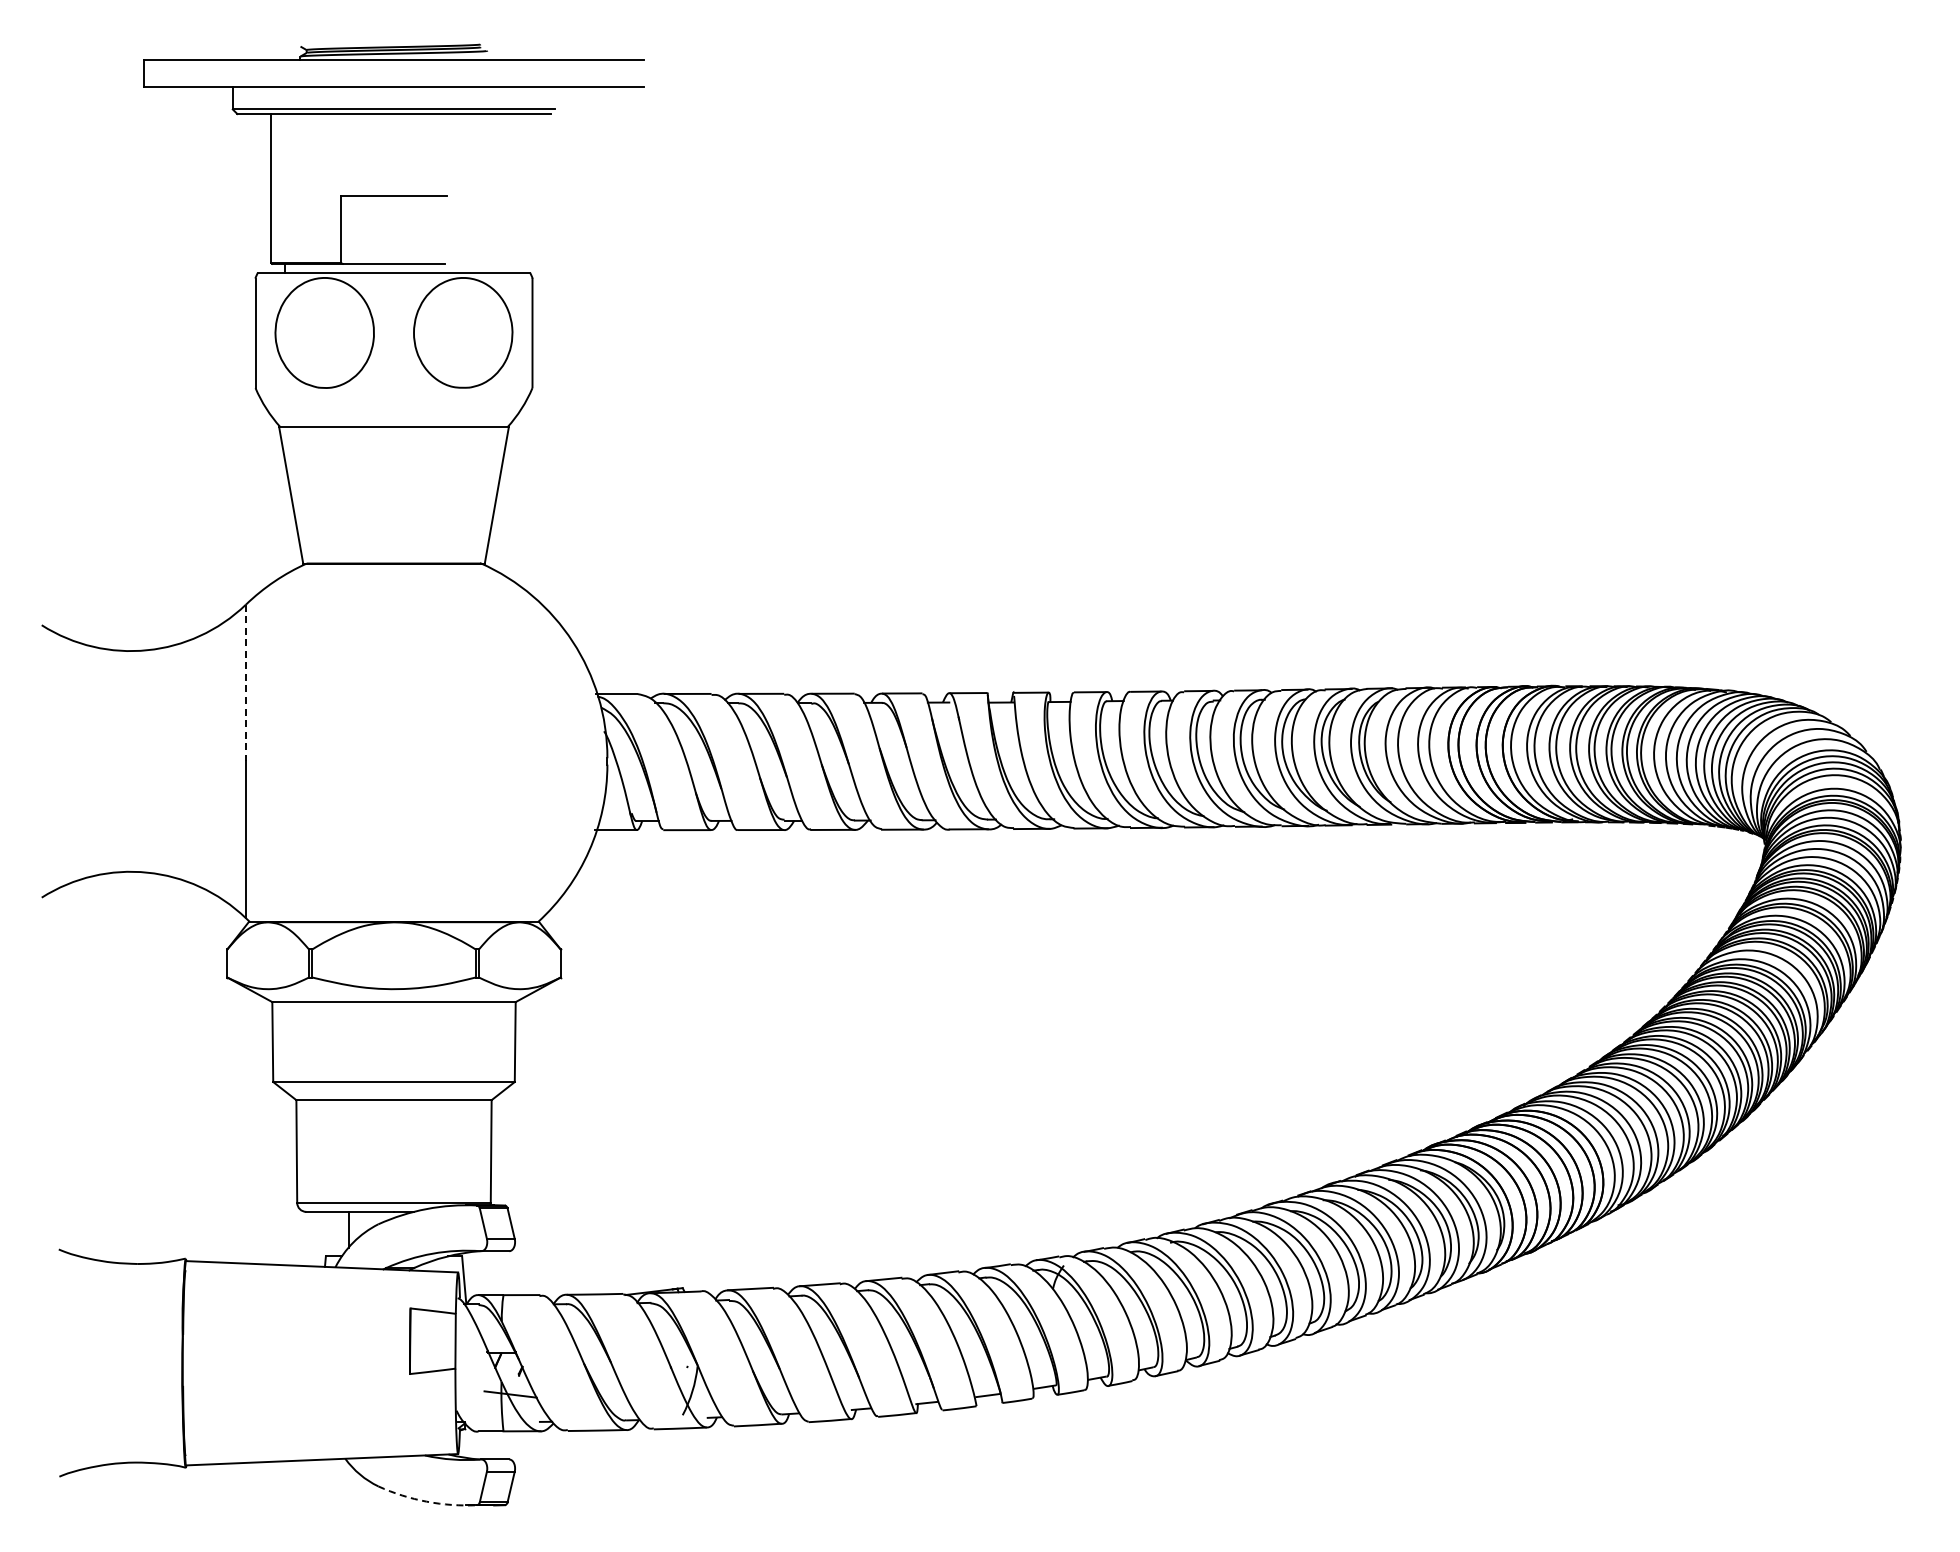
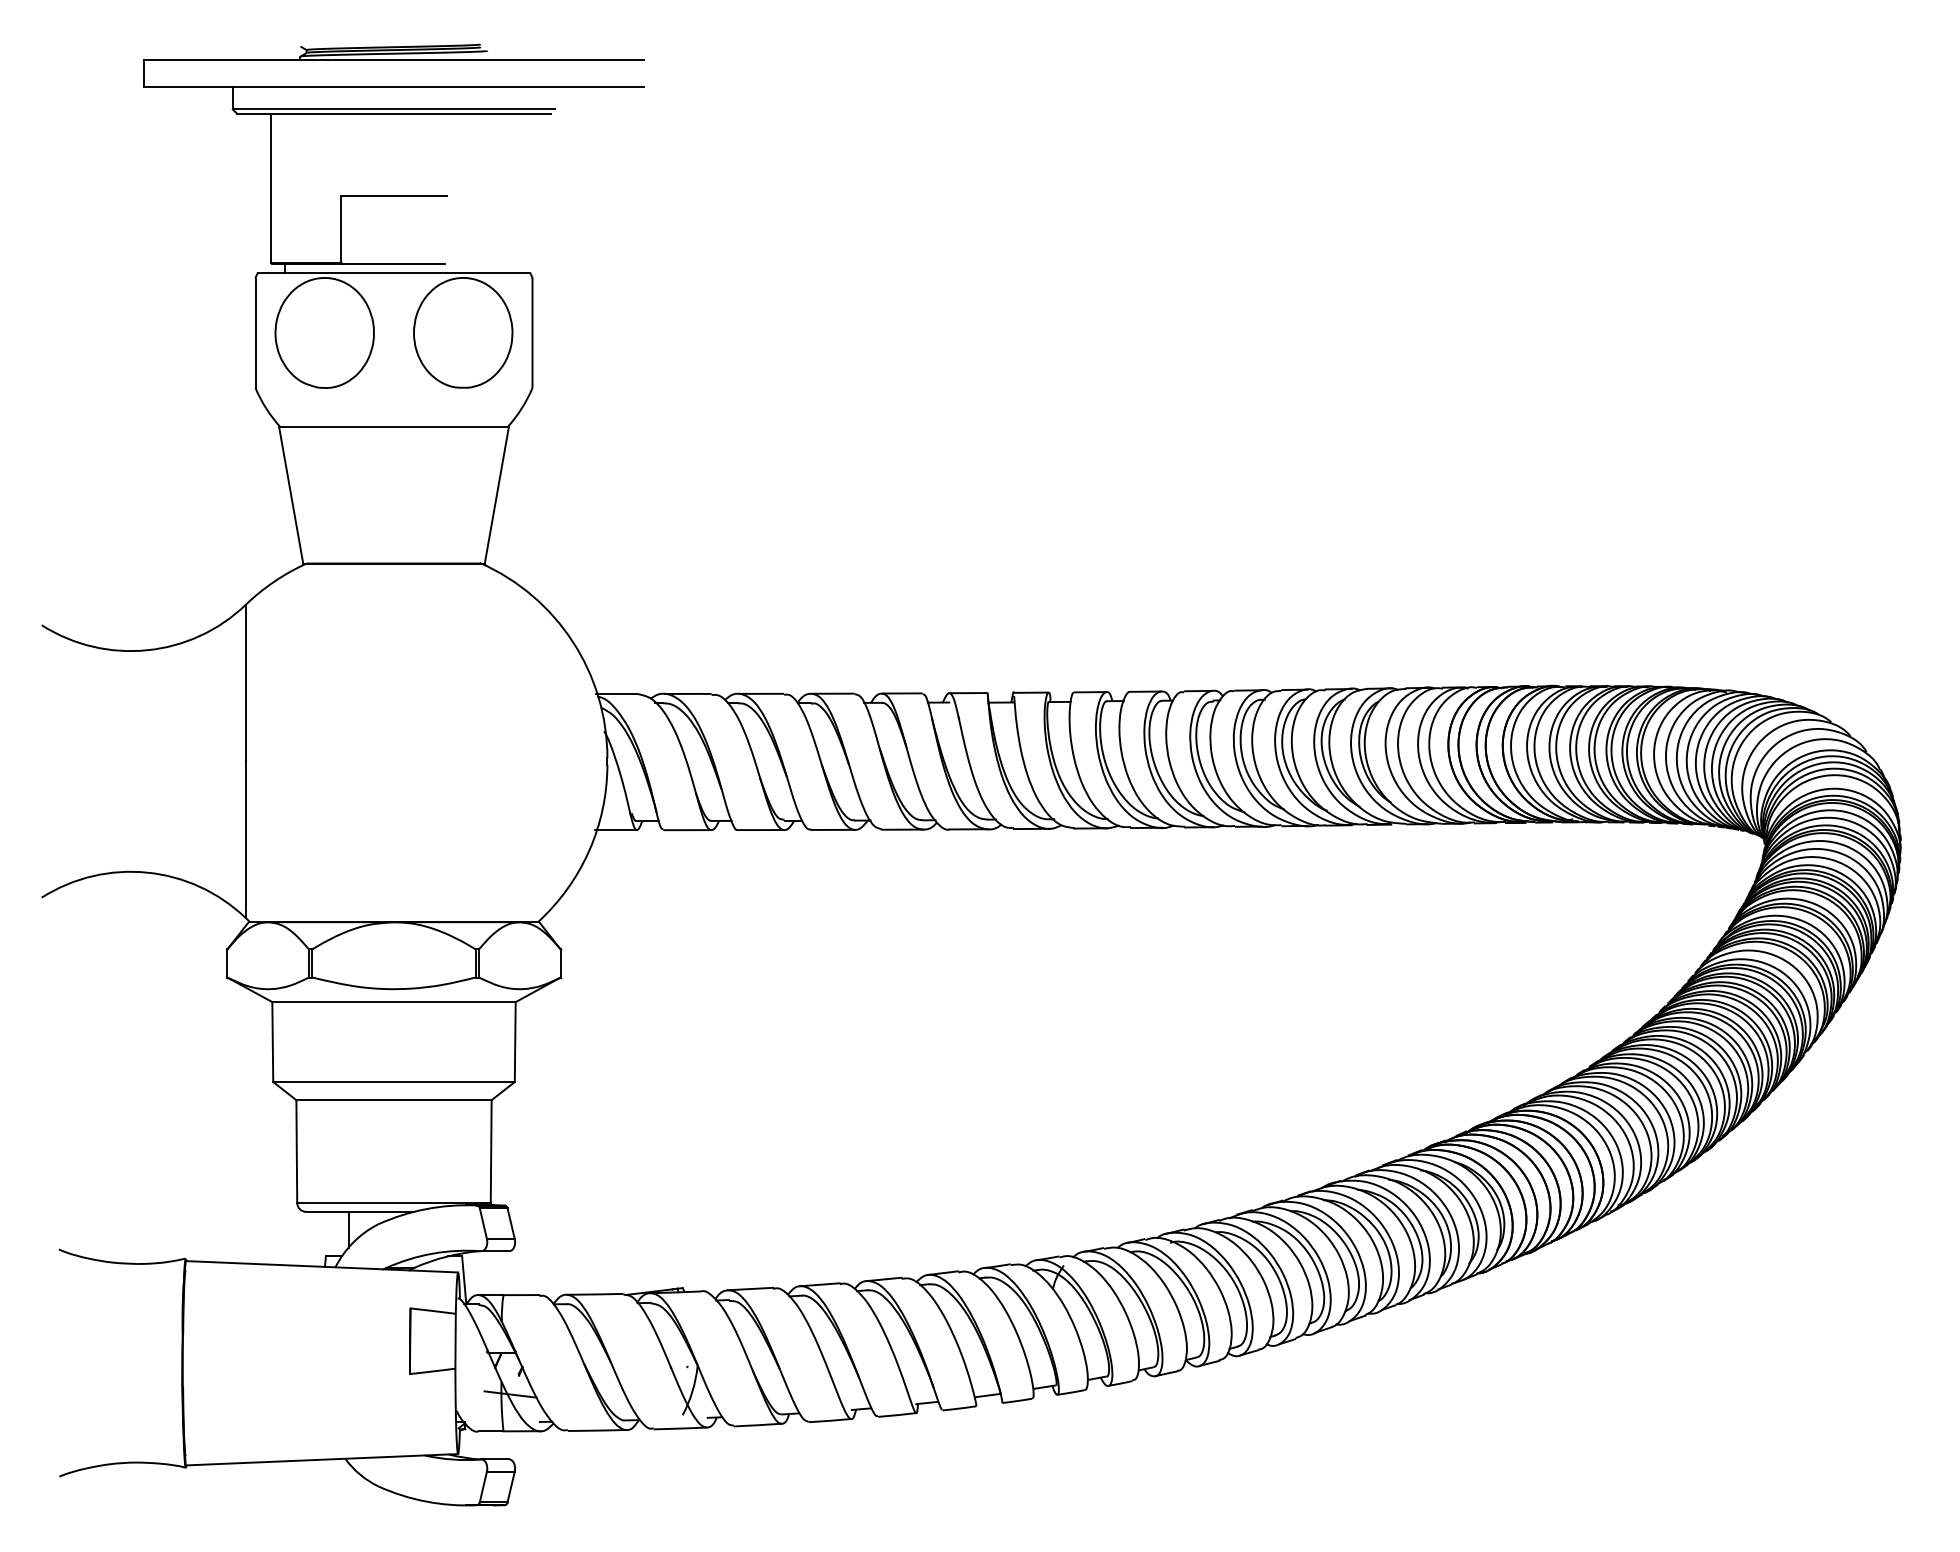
line at (246, 683): dashed -> solid
arc at (426, 1501): dashed -> solid
